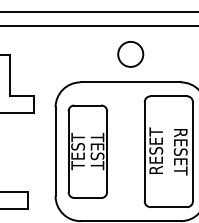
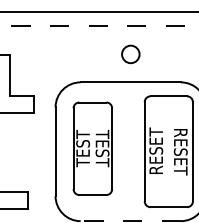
line at (99, 26): solid -> dashed
circle at (130, 54) size: 28x27 px -> 20x21 px
part at (87, 151) position: (87, 151) -> (92, 148)
line at (130, 221): solid -> dashed
